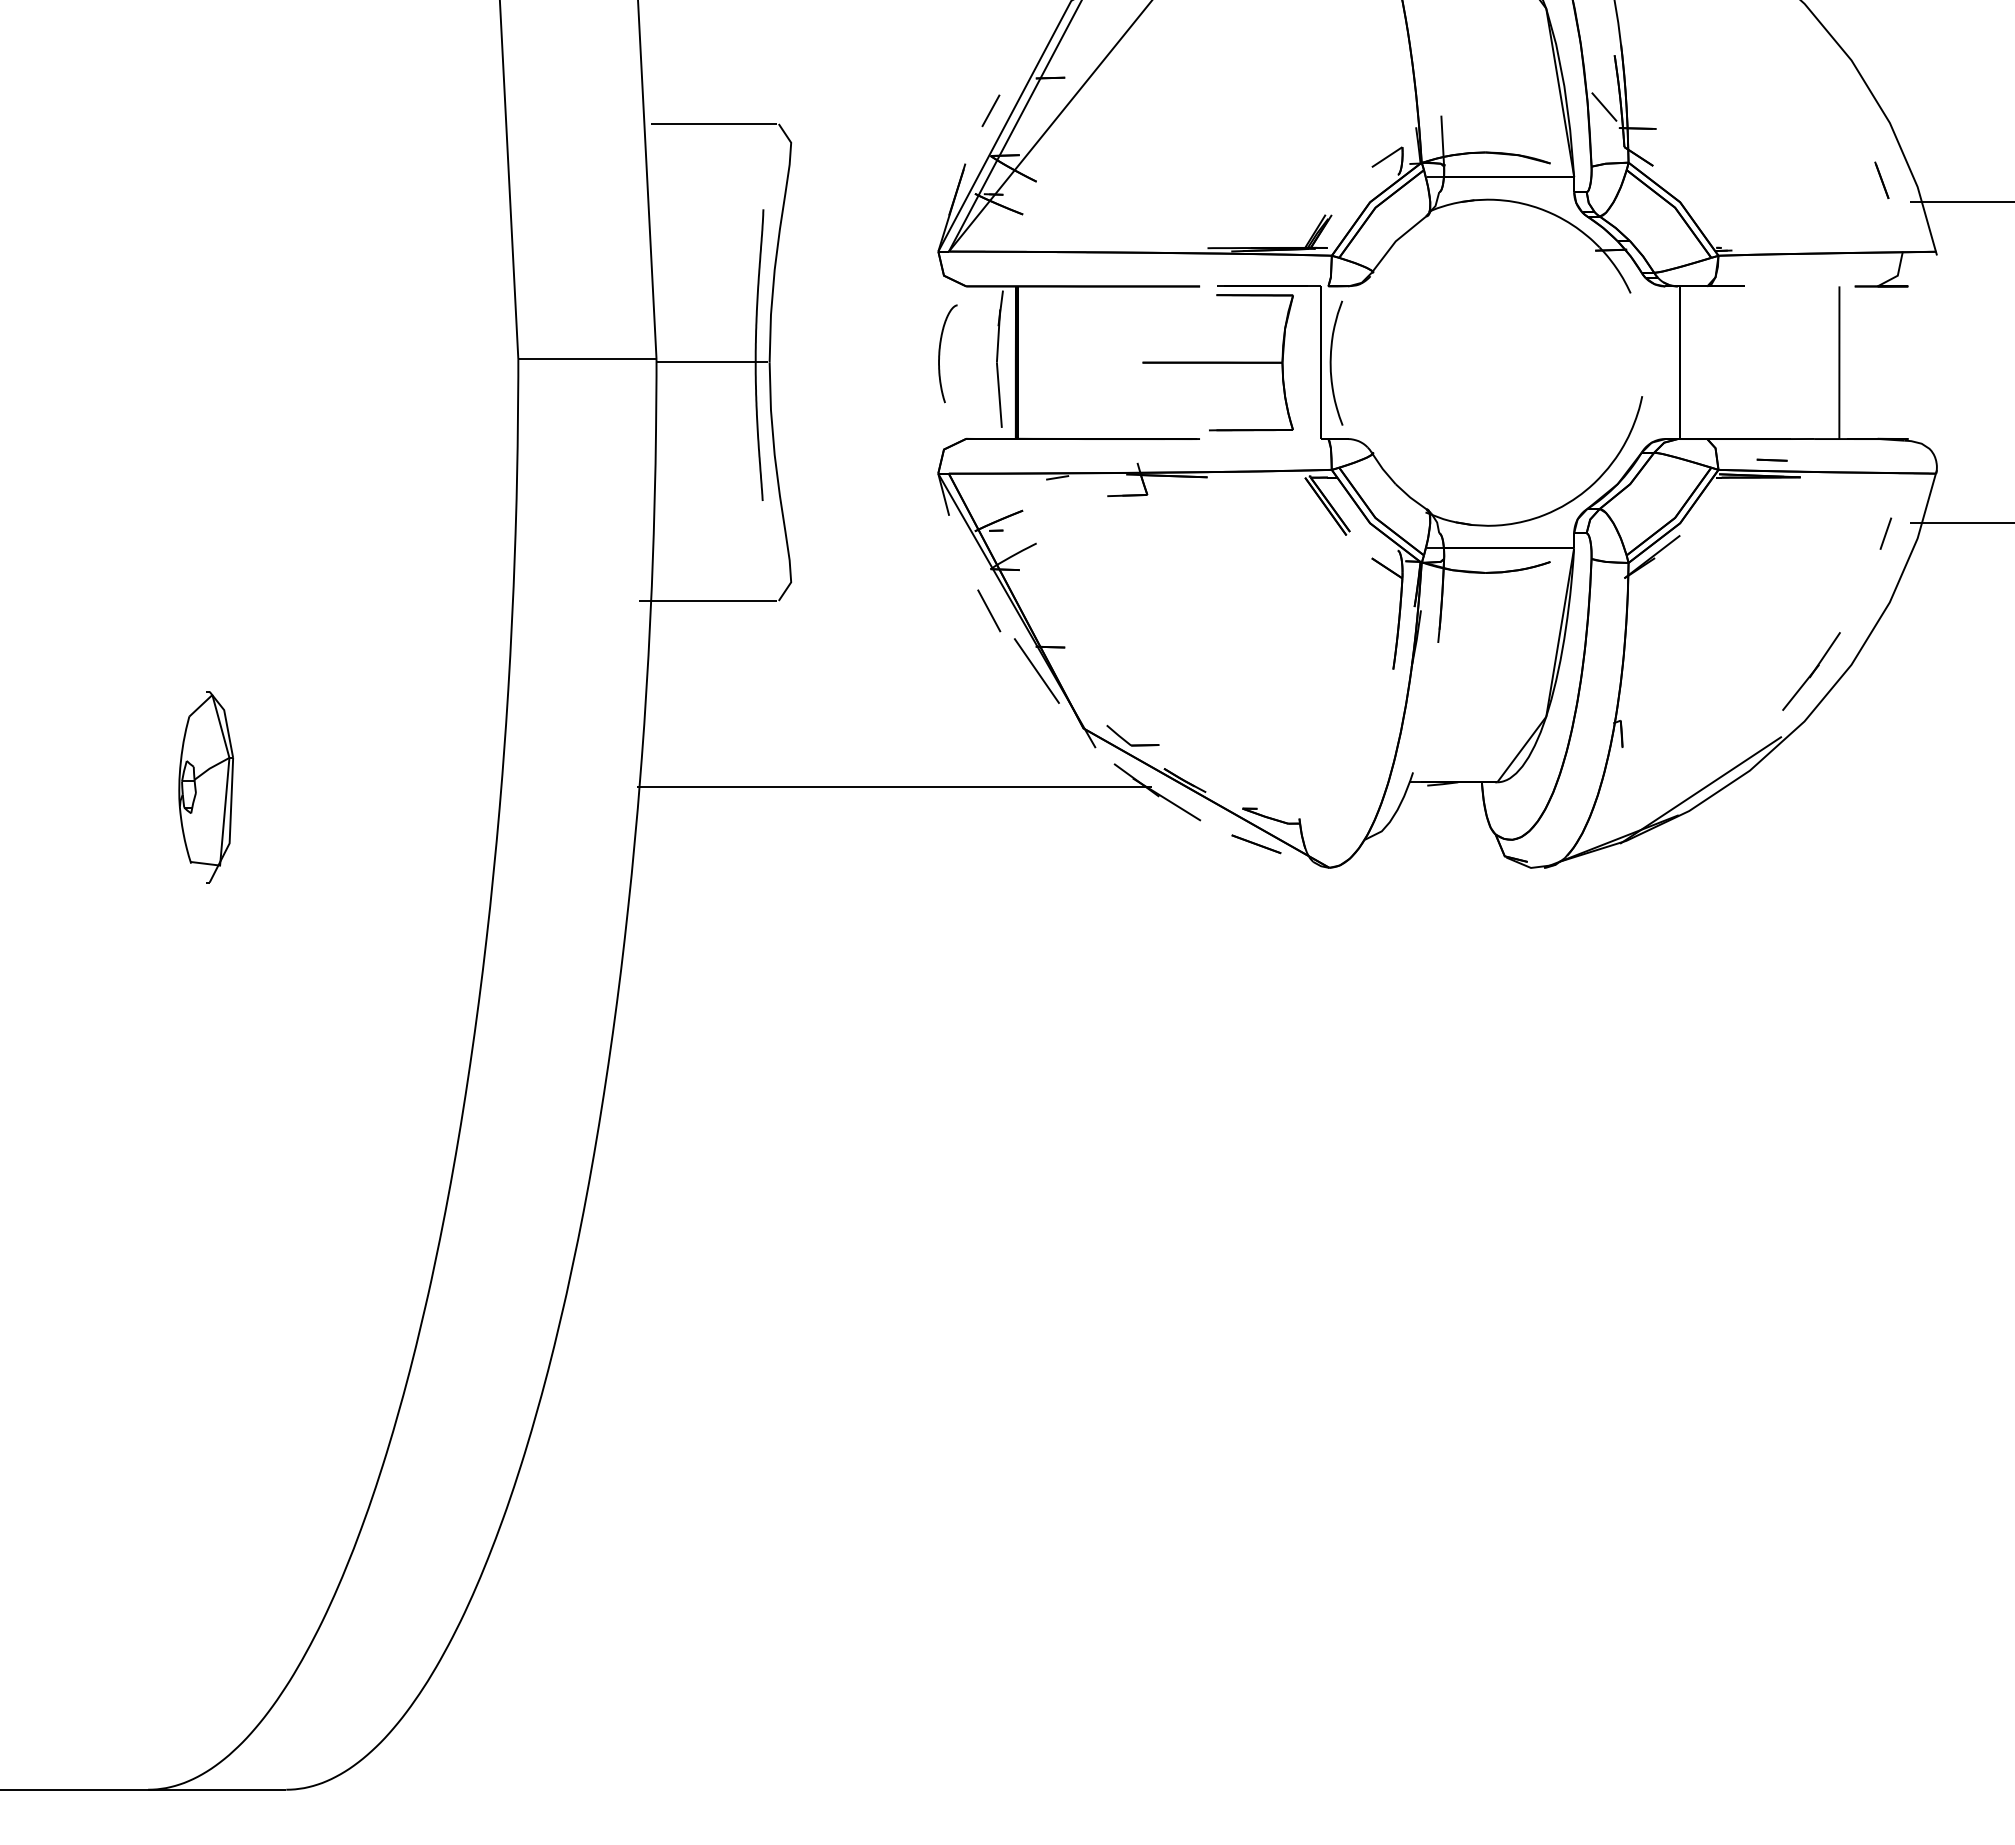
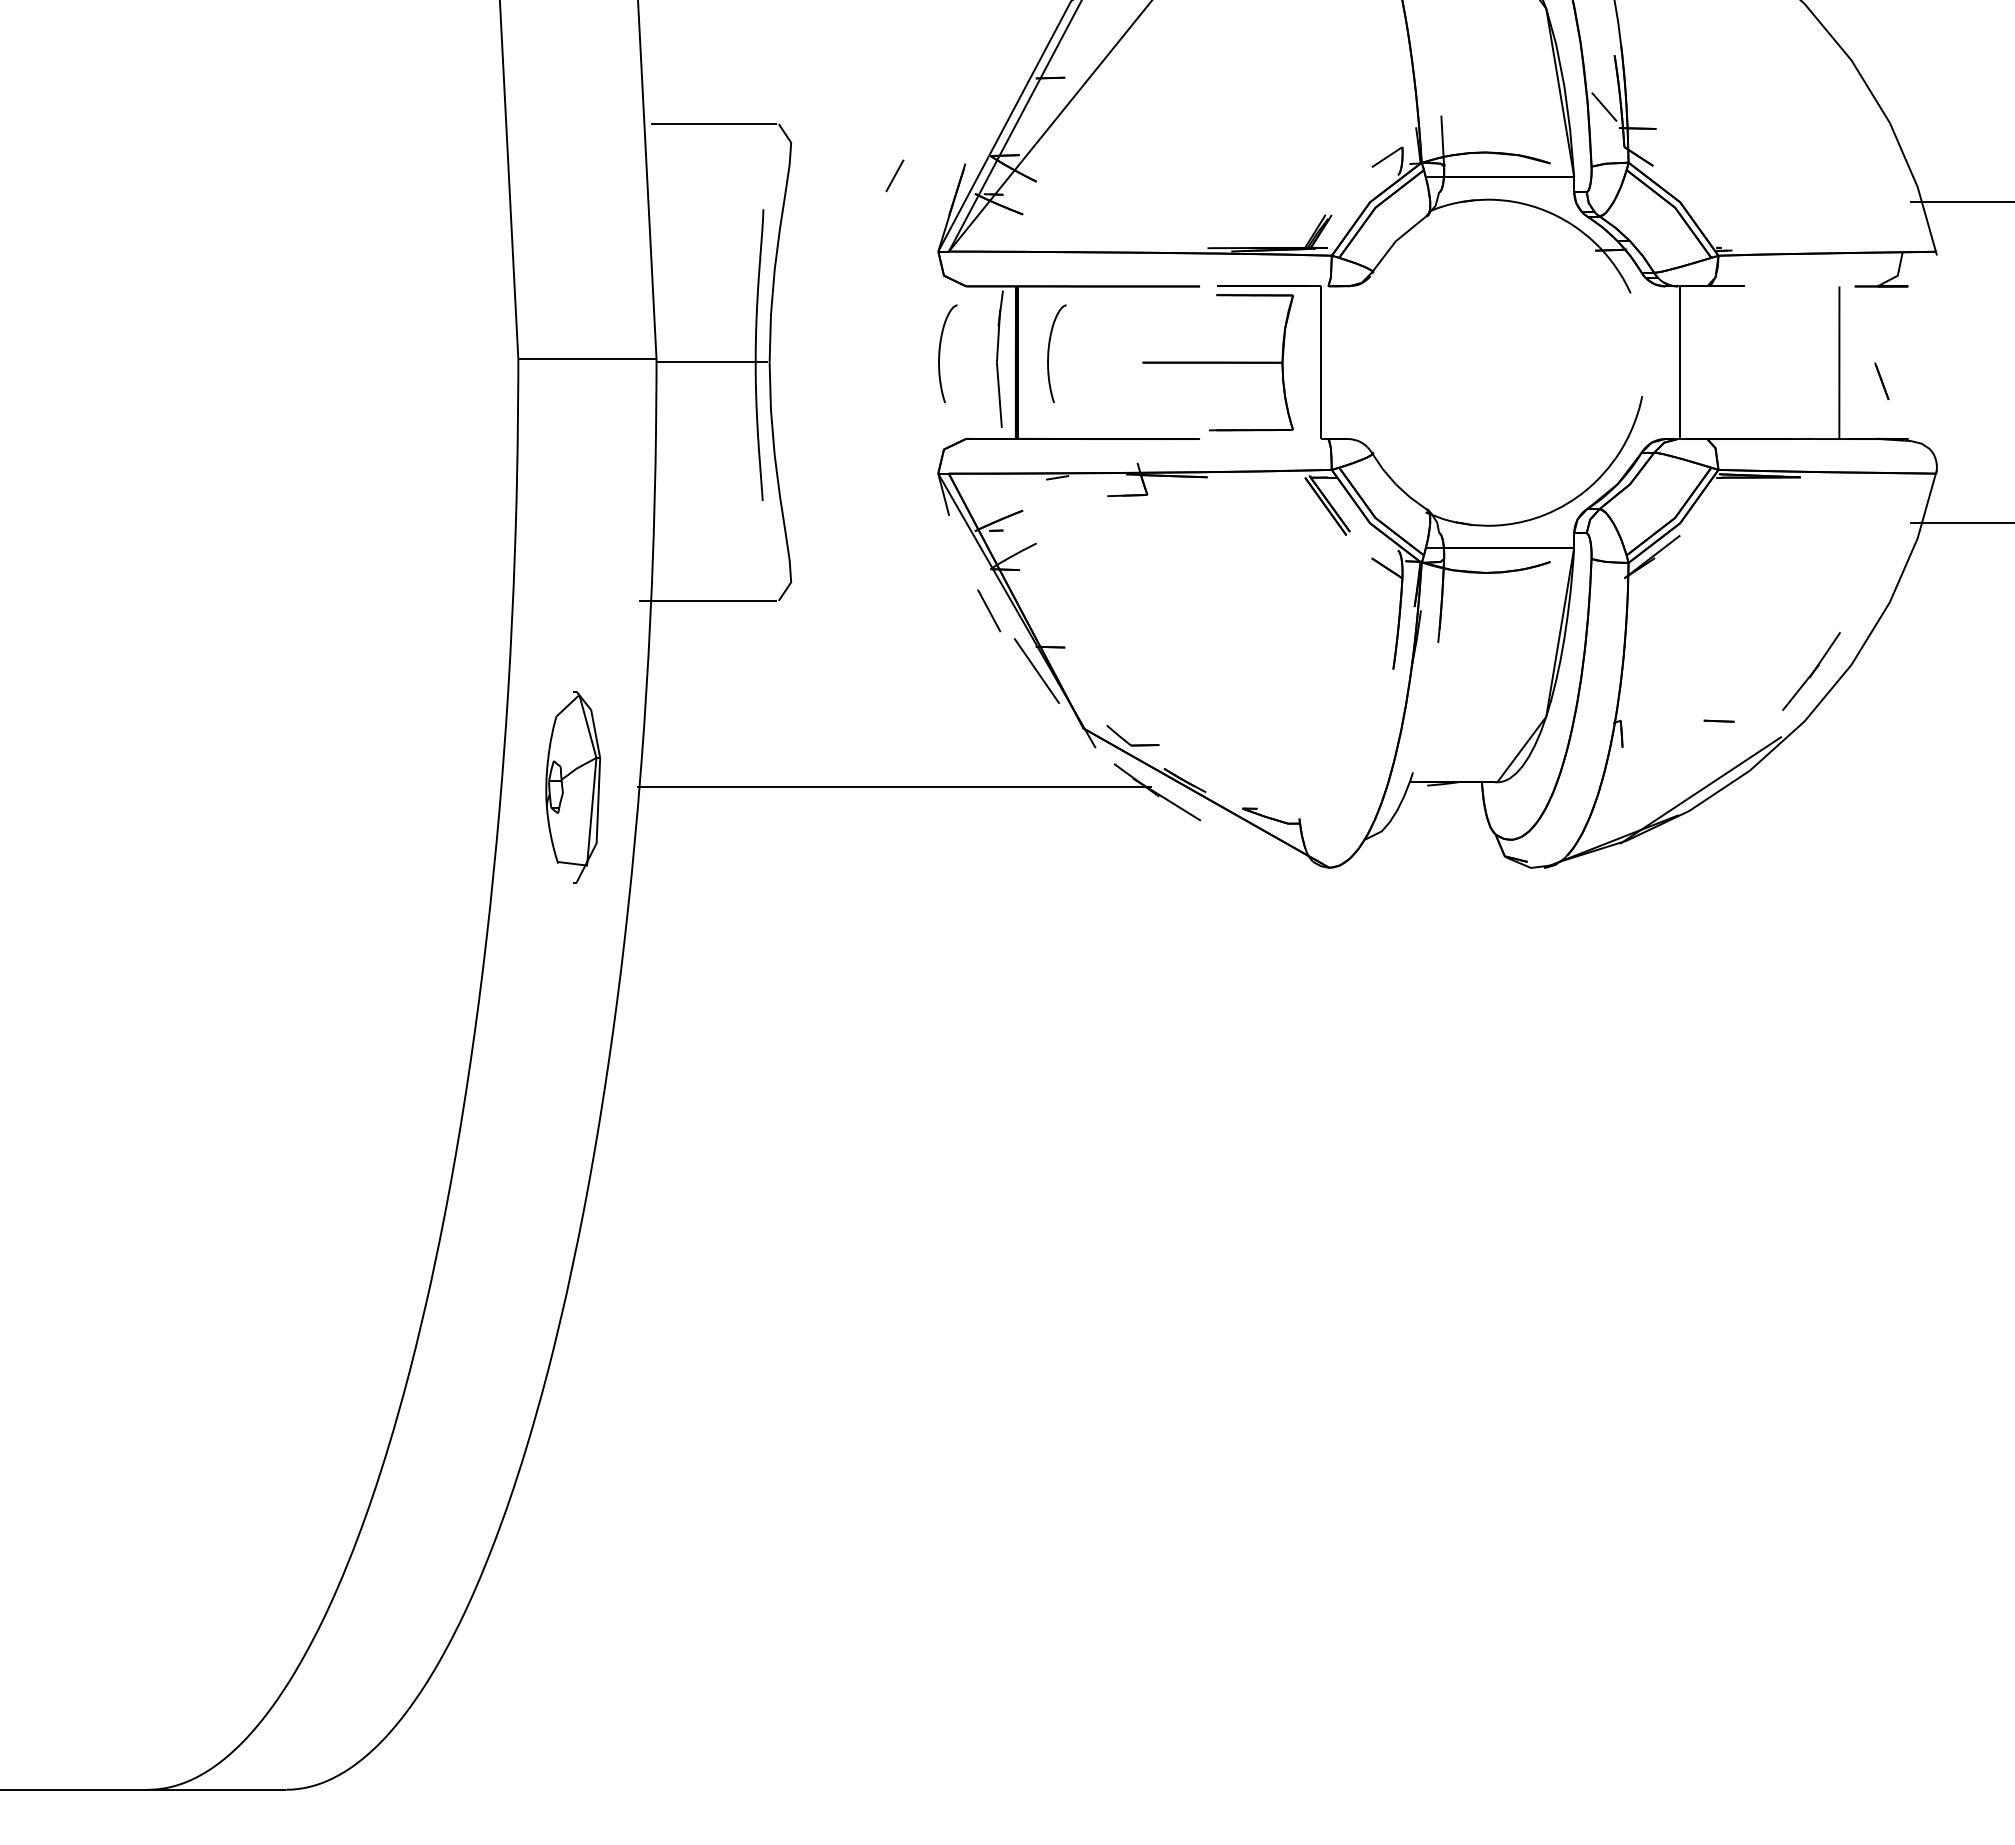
line at (990, 110) position: (990, 110) -> (894, 175)
line at (1881, 179) position: (1881, 179) -> (1881, 380)
curve at (1049, 353): none -> present
curve at (1331, 362): present -> none
line at (1771, 459) position: (1771, 459) -> (1718, 720)
line at (1885, 533): present -> none
part at (205, 787) position: (205, 787) -> (572, 787)
line at (1256, 844): present -> none
